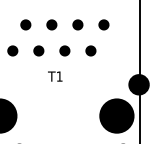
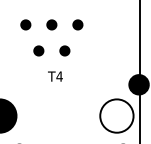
part at (103, 24): present -> none
part at (12, 50): present -> none
part at (90, 50): present -> none
text at (59, 76): T1 -> T4
fill at (116, 115): present -> none
